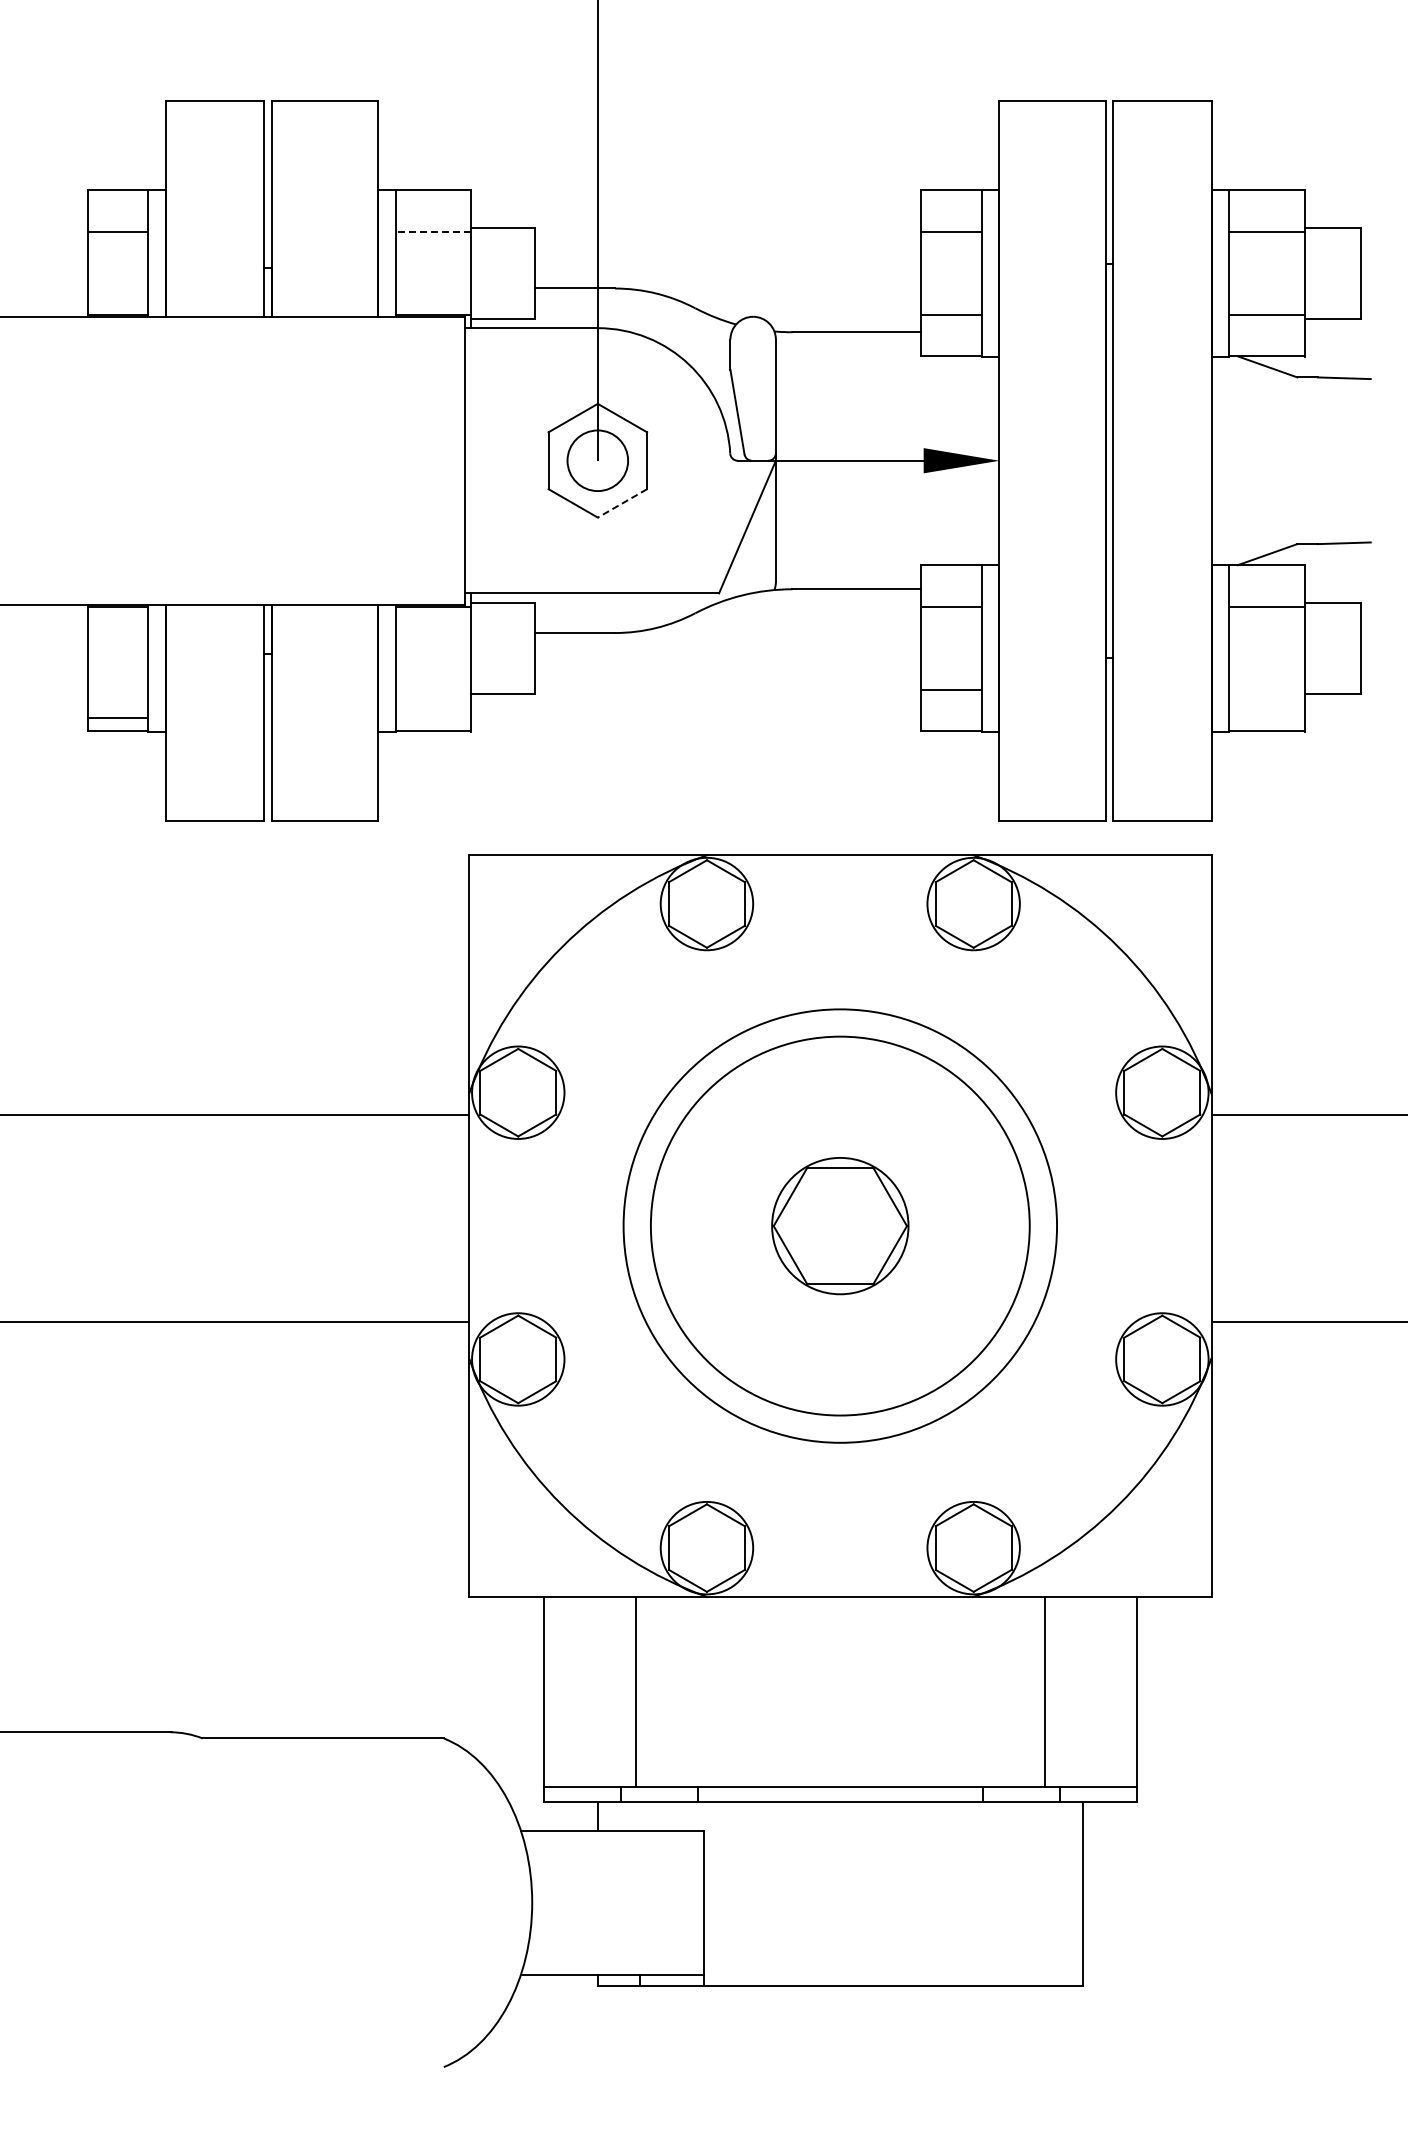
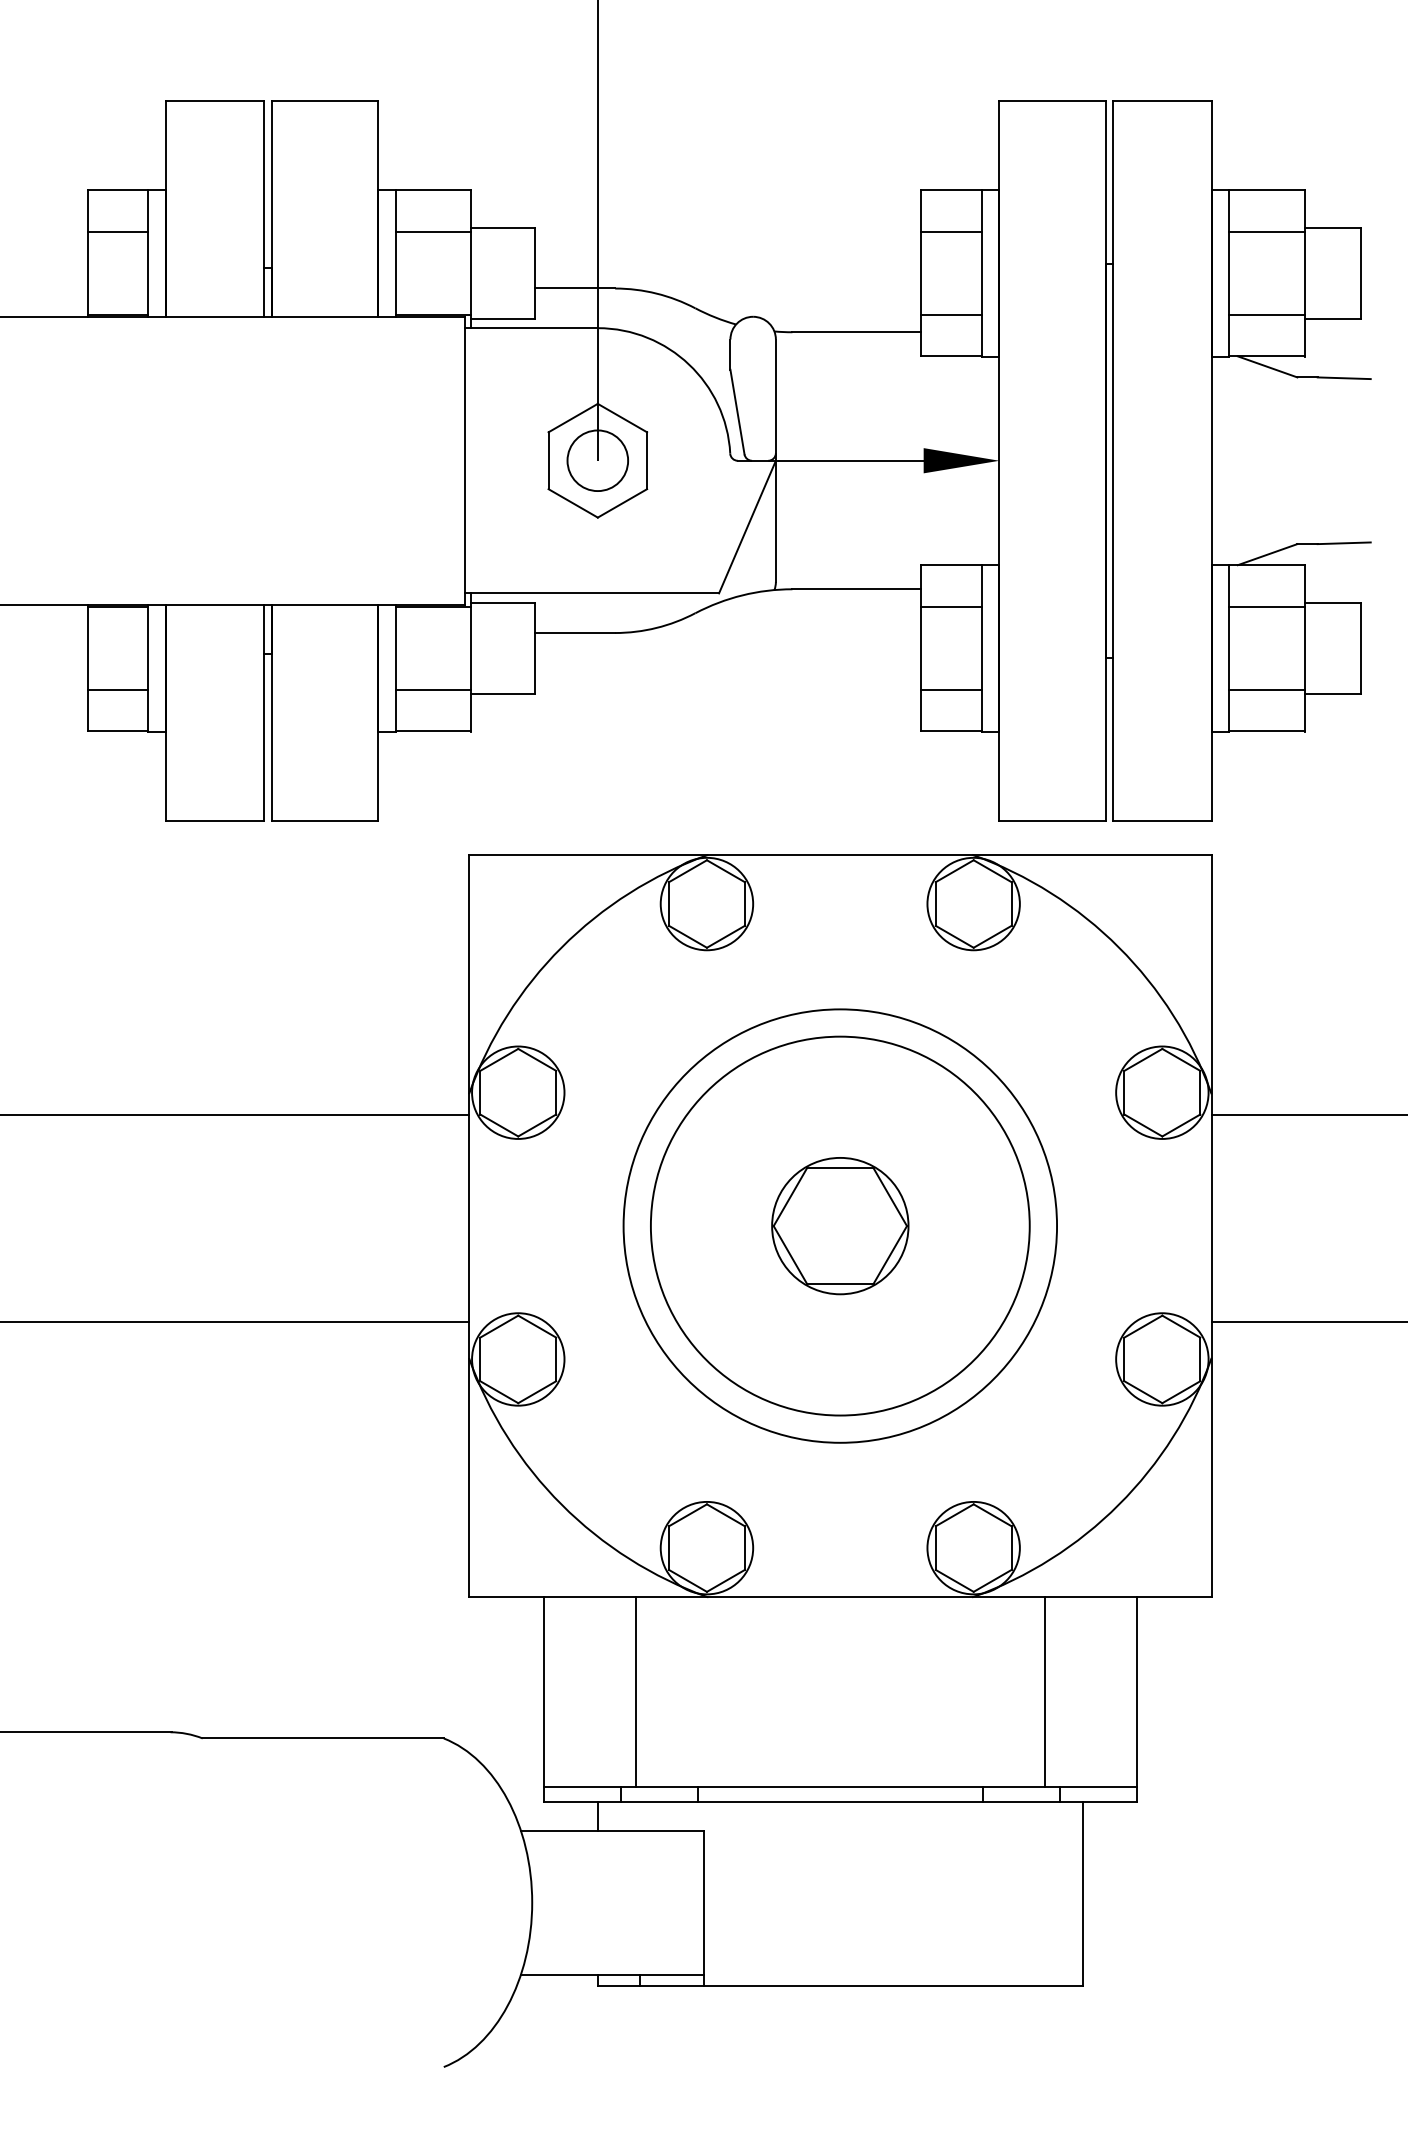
line at (433, 231): dashed -> solid
line at (622, 503): dashed -> solid
line at (433, 689): none -> present
line at (1266, 689): none -> present
line at (117, 717) position: (117, 717) -> (117, 689)
